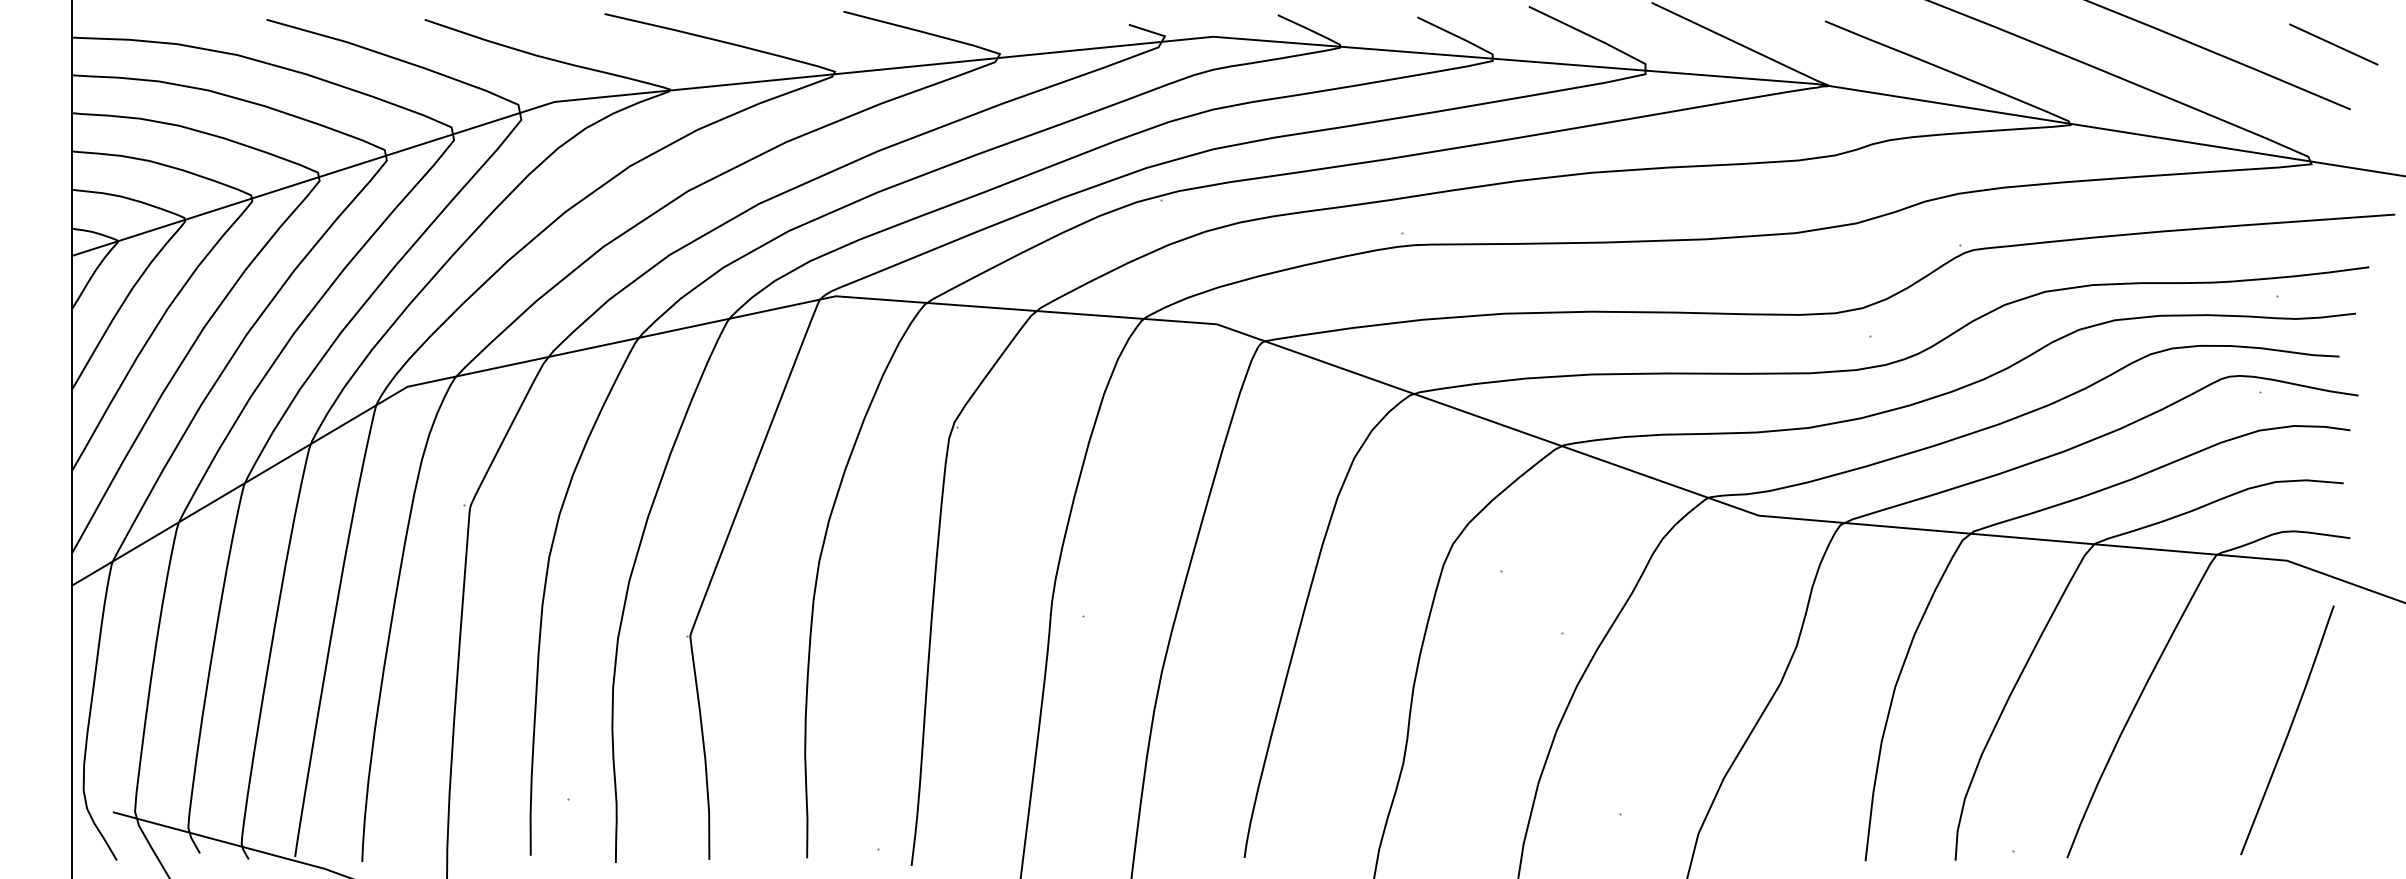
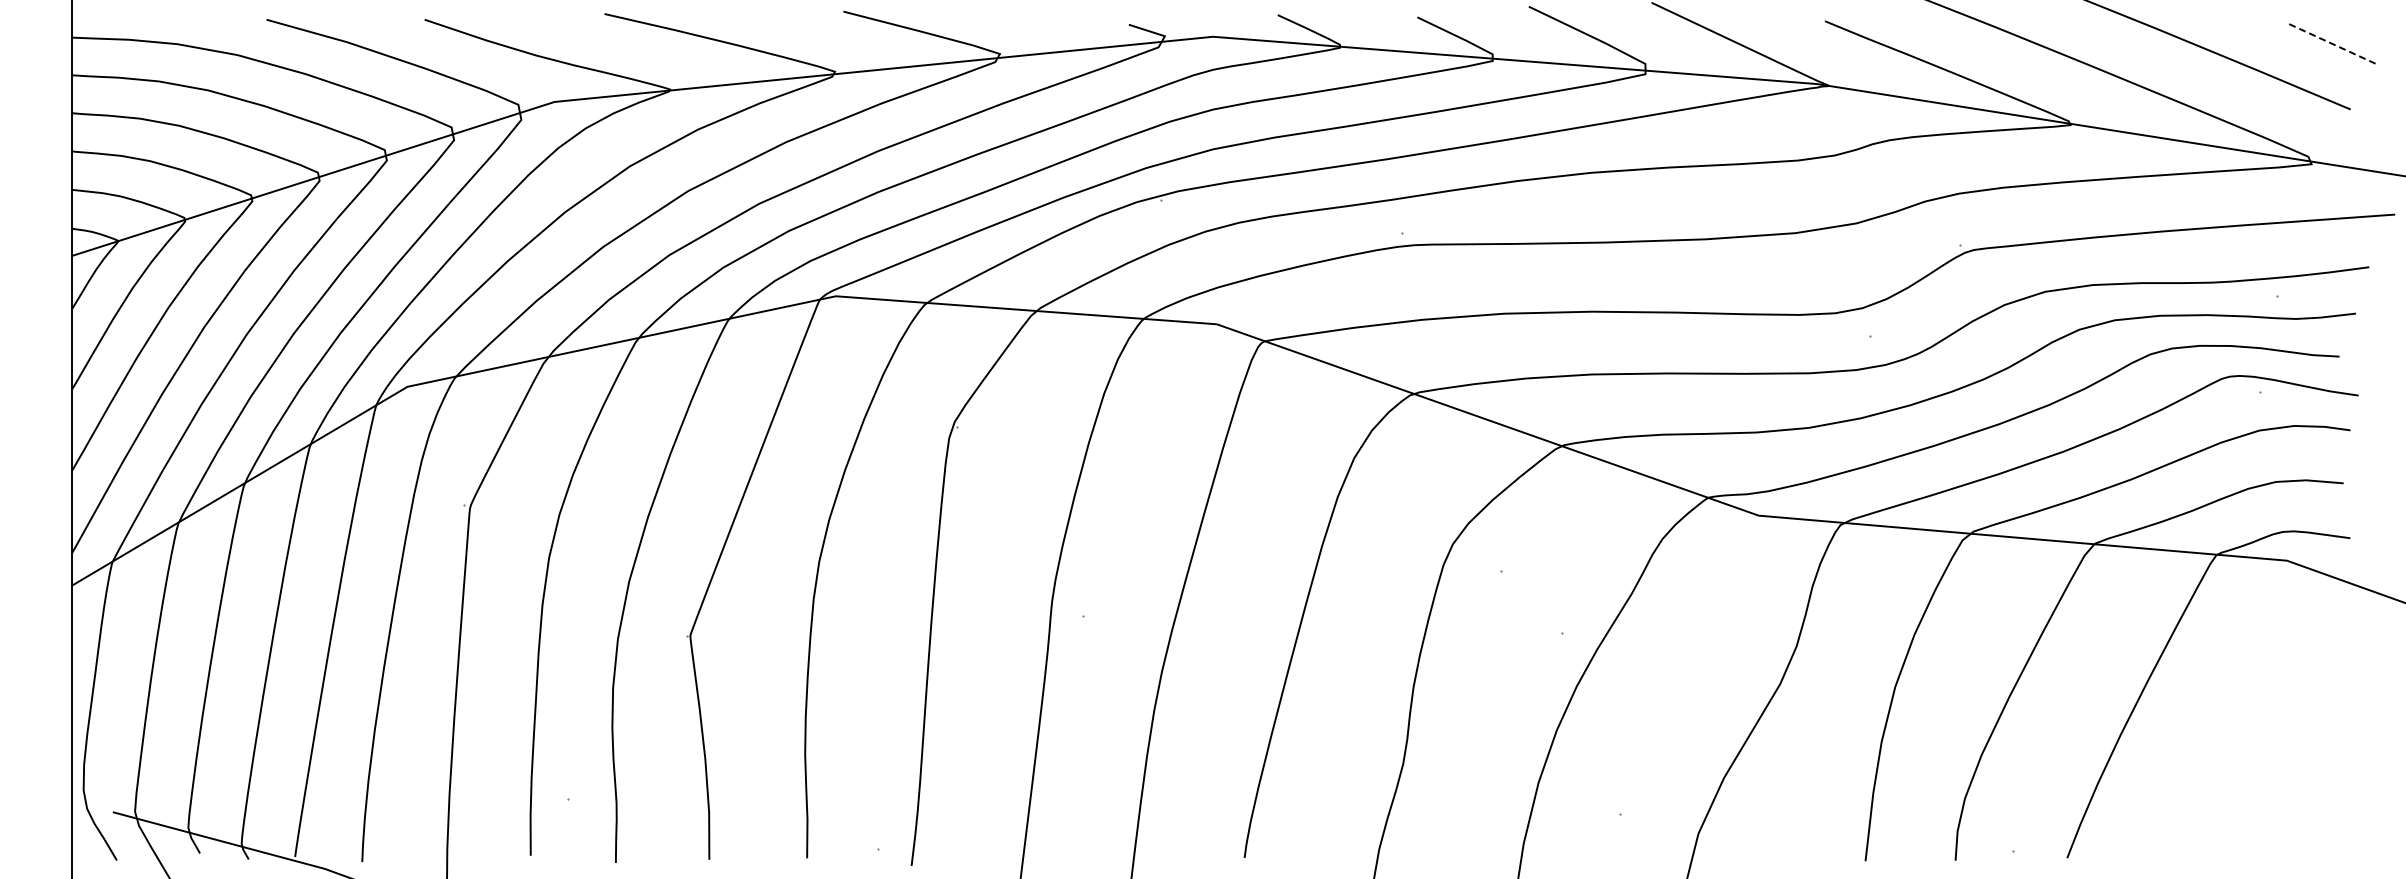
line at (2333, 44): solid -> dashed
curve at (2288, 730): present -> none
